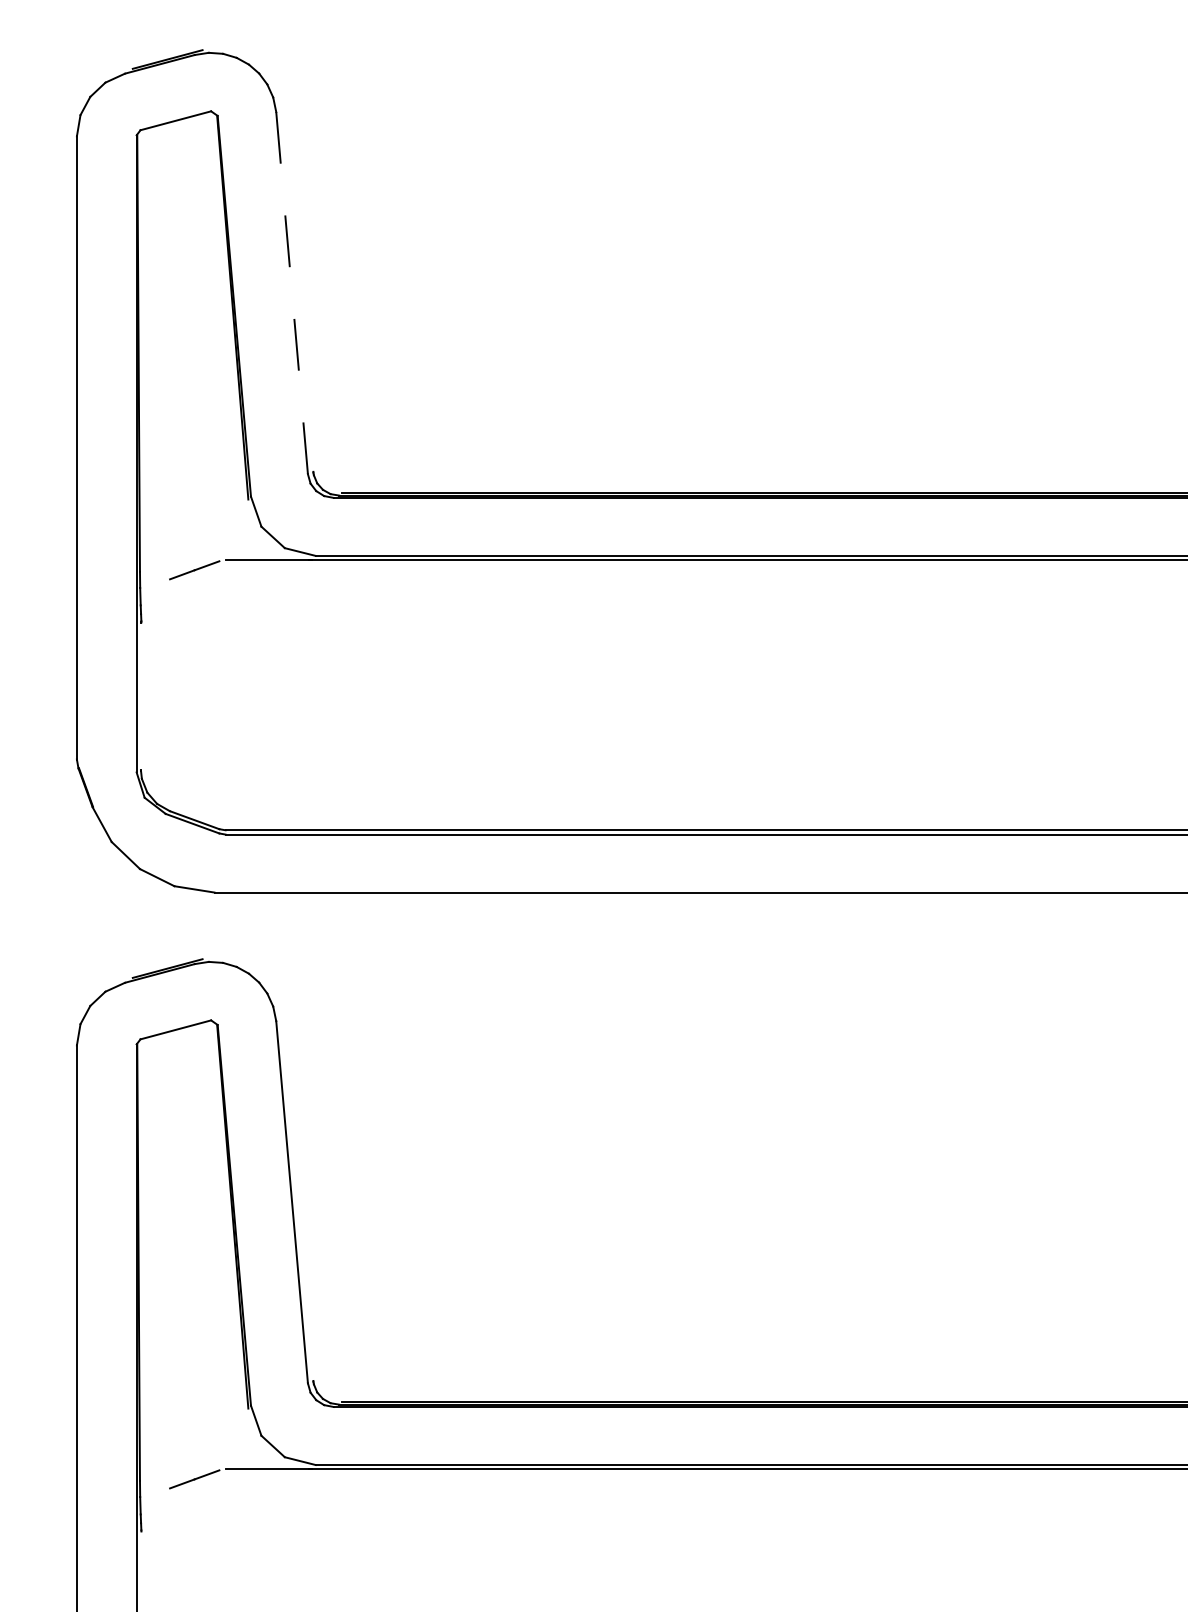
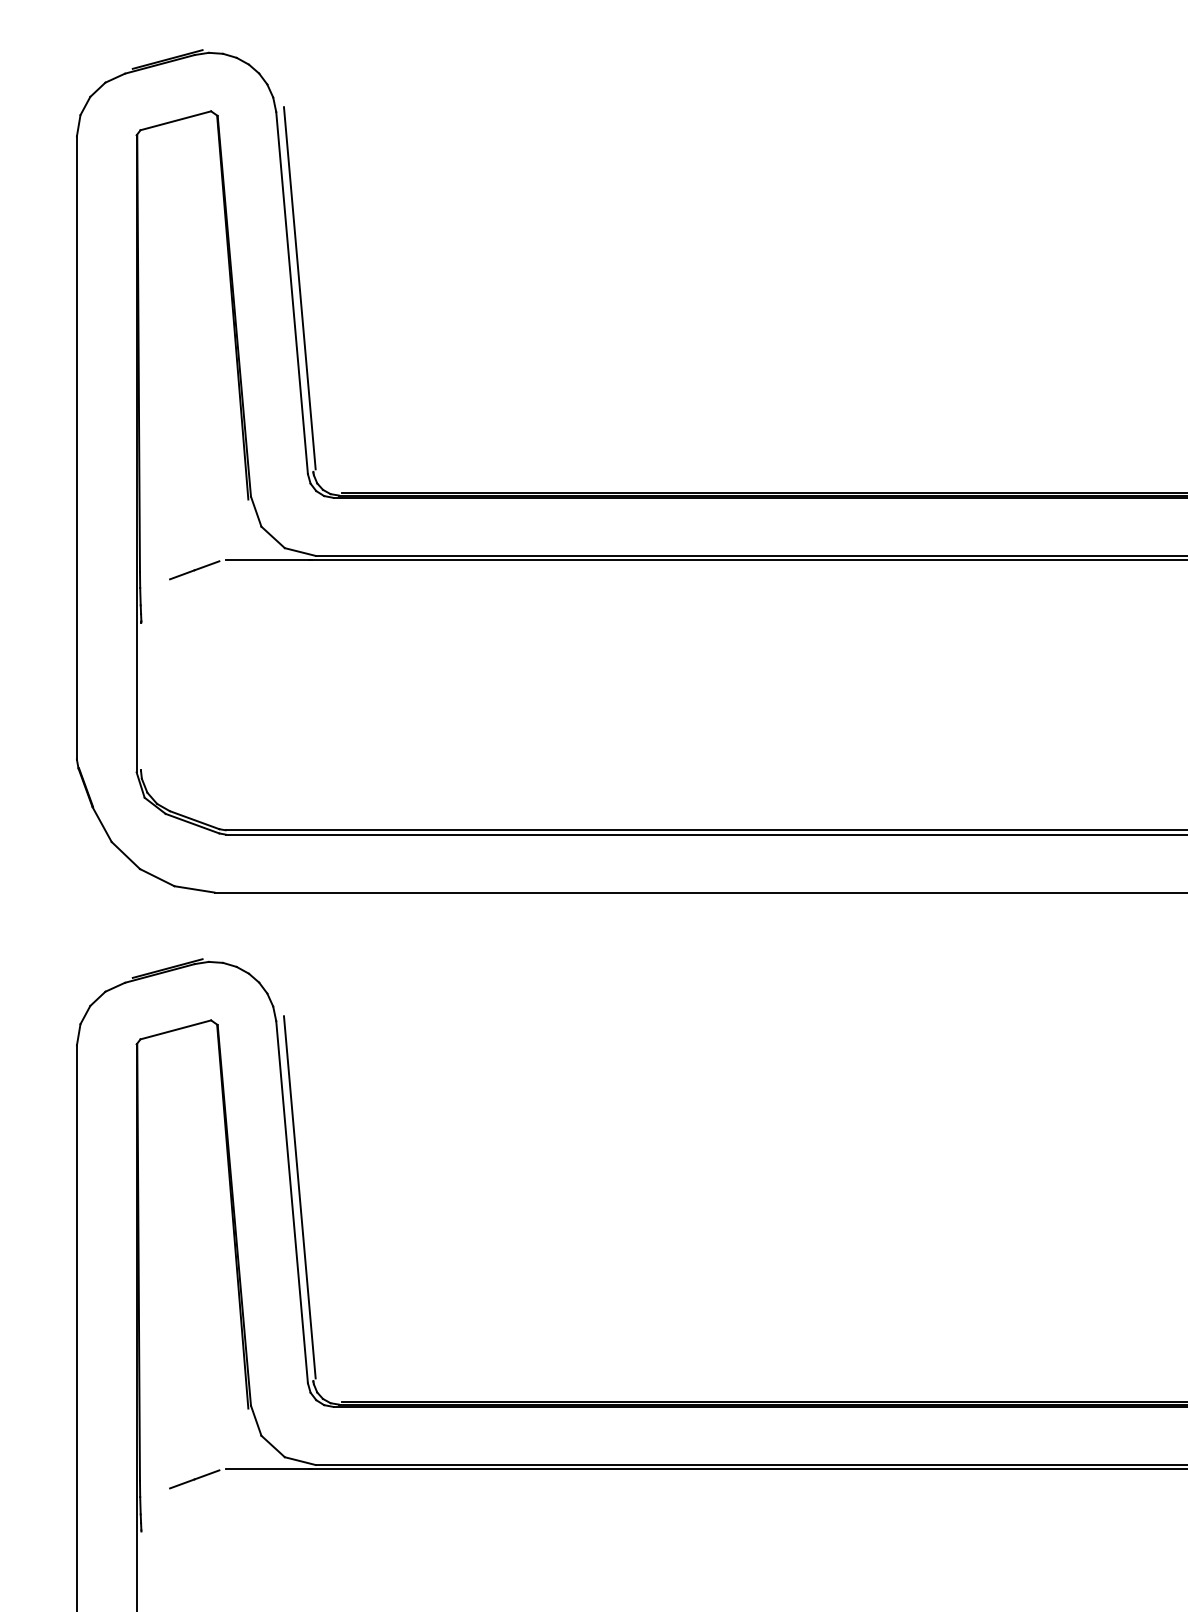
line at (299, 288): none -> present
line at (292, 293): dashed -> solid
line at (299, 1197): none -> present
